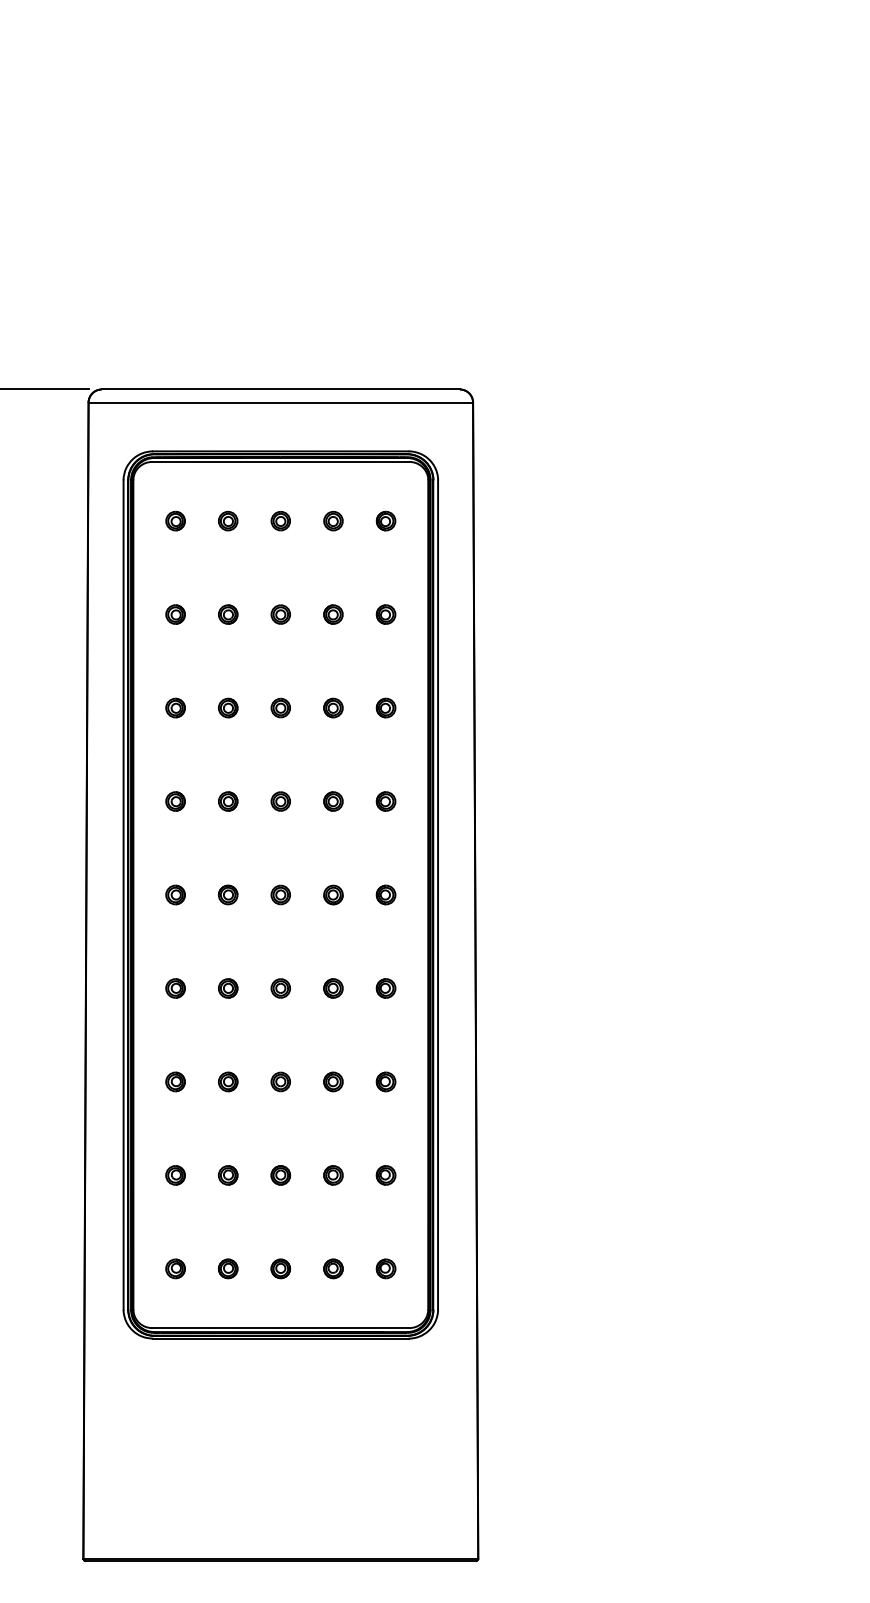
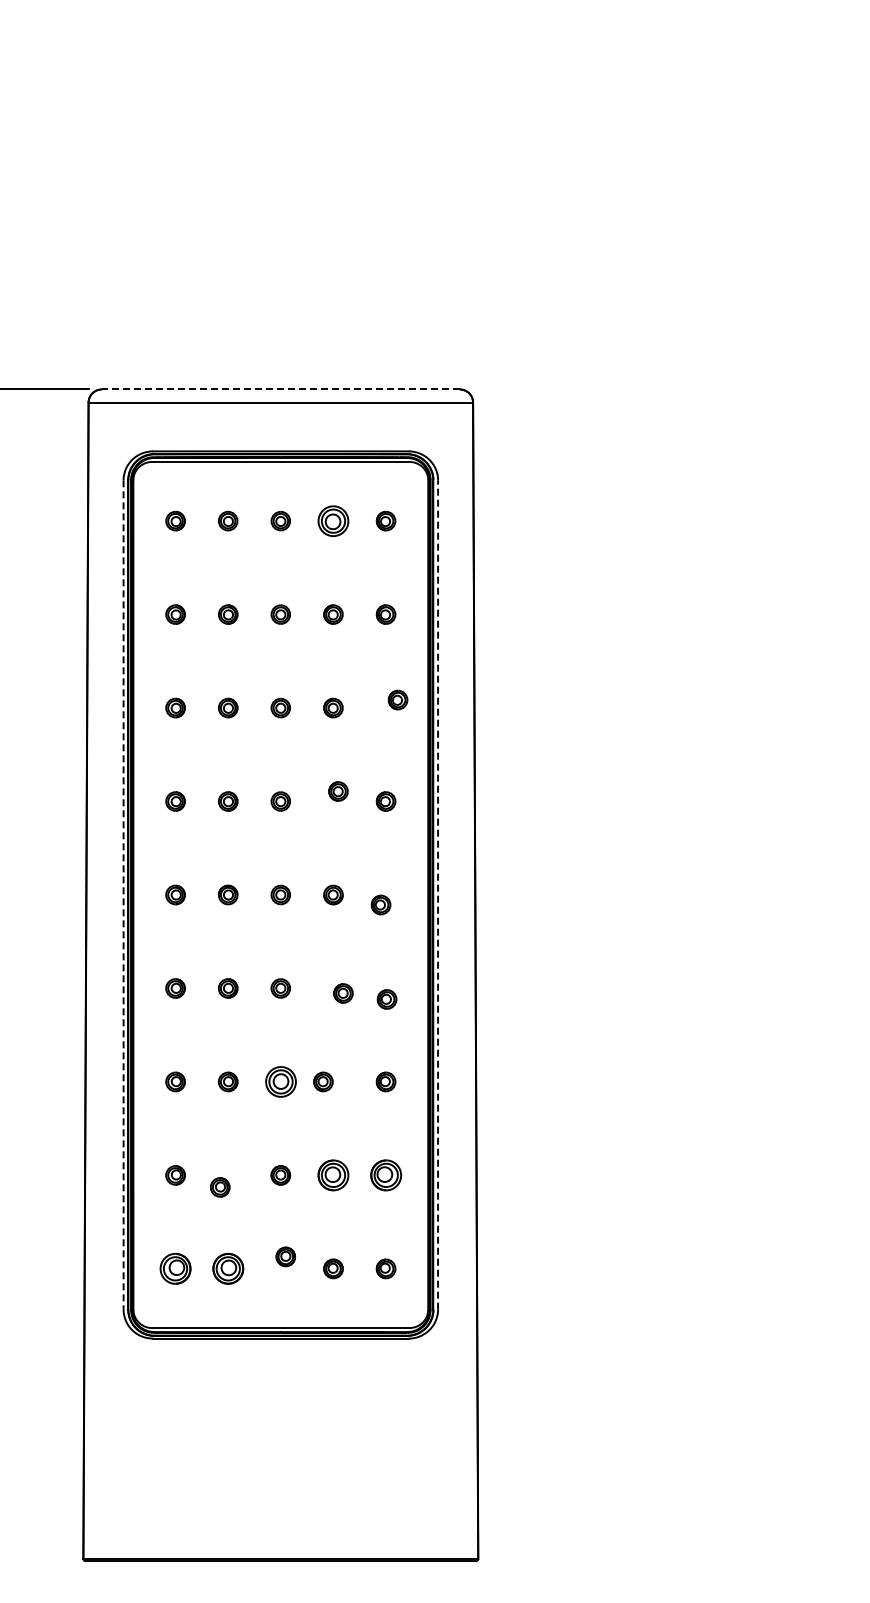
line at (280, 389): solid -> dashed
part at (333, 520) size: 21x22 px -> 33x32 px
part at (385, 707) position: (385, 707) -> (397, 699)
part at (333, 801) position: (333, 801) -> (338, 791)
part at (385, 894) position: (385, 894) -> (380, 904)
line at (123, 895): solid -> dashed
line at (438, 895): solid -> dashed
part at (333, 988) position: (333, 988) -> (343, 993)
part at (385, 988) position: (385, 988) -> (386, 999)
part at (280, 1081) size: 21x22 px -> 32x32 px
part at (333, 1081) position: (333, 1081) -> (323, 1081)
part at (228, 1175) position: (228, 1175) -> (220, 1187)
part at (333, 1175) size: 21x21 px -> 33x33 px
part at (385, 1175) size: 22x21 px -> 33x33 px
part at (175, 1268) size: 21x22 px -> 33x33 px
part at (227, 1268) size: 22x22 px -> 33x32 px
part at (280, 1268) position: (280, 1268) -> (285, 1256)
